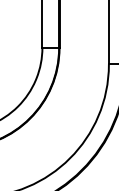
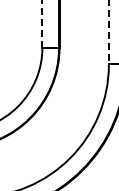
line at (42, 23): solid -> dashed
line at (108, 32): solid -> dashed
